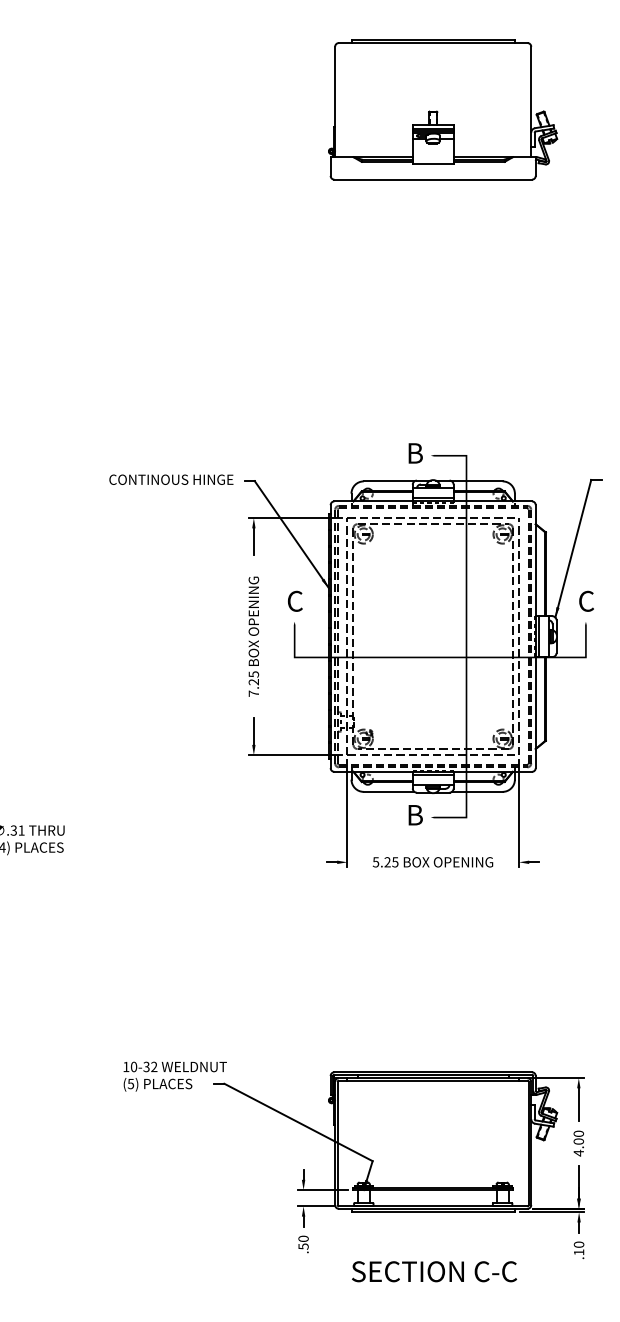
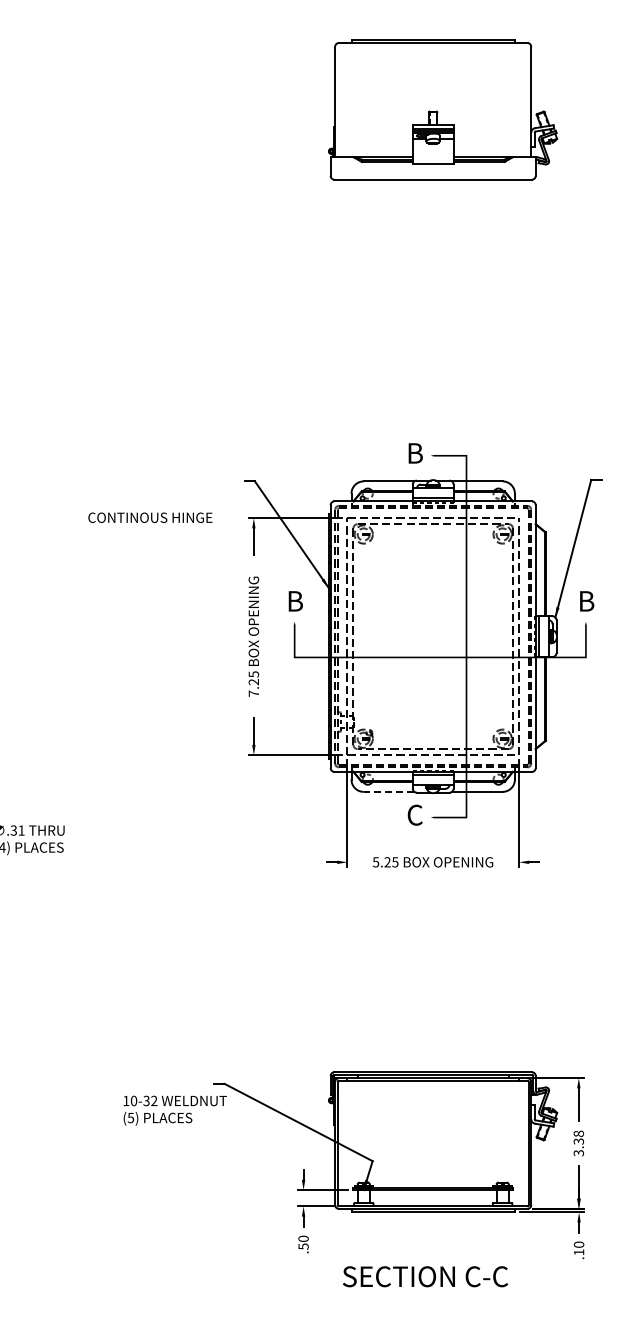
text at (171, 479) position: (171, 479) -> (150, 517)
text at (294, 600): C -> B
text at (586, 600): C -> B
line at (388, 791): solid -> dashed
text at (414, 814): B -> C
text at (174, 1076) position: (174, 1076) -> (174, 1110)
text at (578, 1143): 4.00 -> 3.38
text at (434, 1271) position: (434, 1271) -> (425, 1276)
